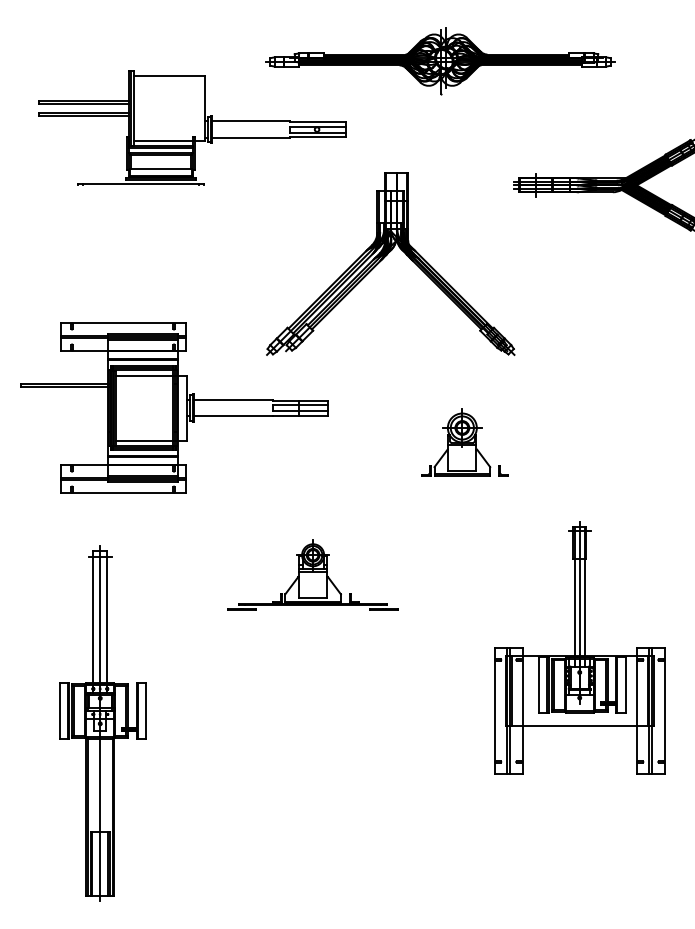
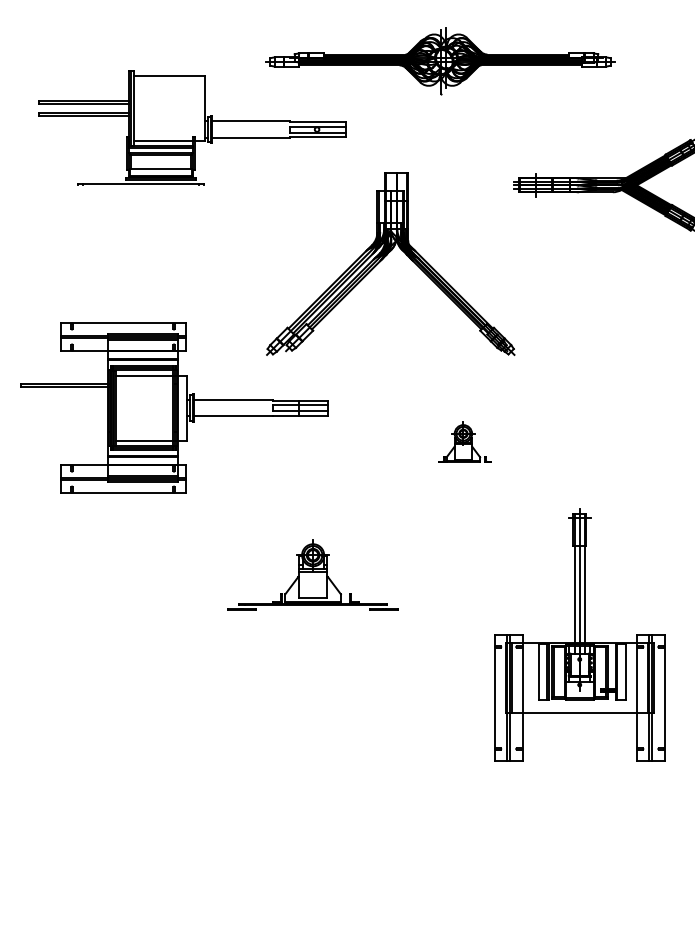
part at (464, 442) size: 88x69 px -> 54x42 px
part at (579, 647) position: (579, 647) -> (579, 634)
part at (102, 723): present -> none
